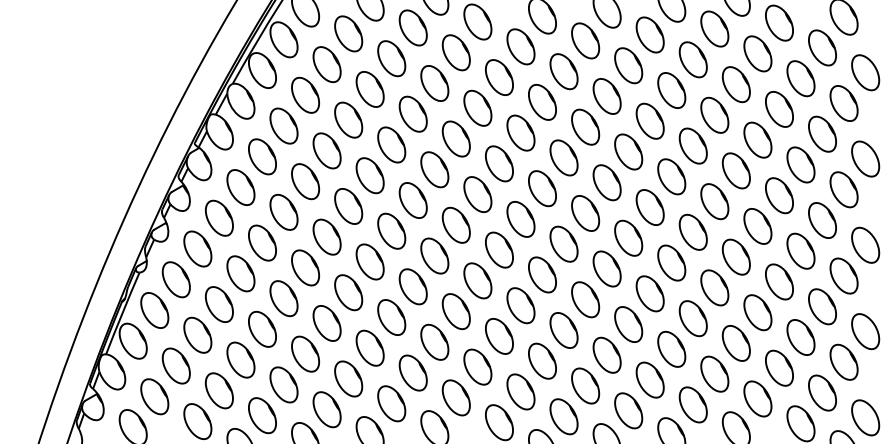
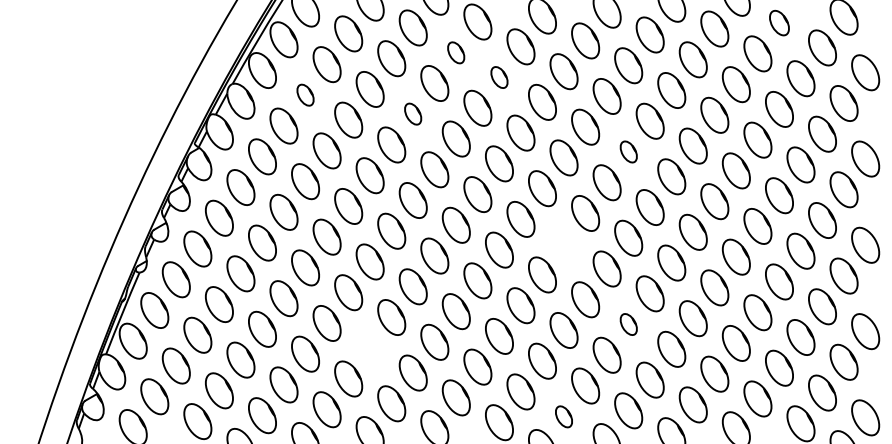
part at (779, 22) size: 29x38 px -> 21x28 px
part at (455, 52) size: 30x38 px -> 19x24 px
part at (499, 77) size: 29x37 px -> 19x23 px
part at (305, 94) size: 29x38 px -> 19x24 px
part at (412, 113) size: 30x38 px -> 19x24 px
part at (628, 151) size: 30x38 px -> 19x24 px
part at (563, 243): present -> none
part at (628, 324) size: 30x37 px -> 19x23 px
part at (369, 347): present -> none
part at (563, 416) size: 30x38 px -> 18x24 px
